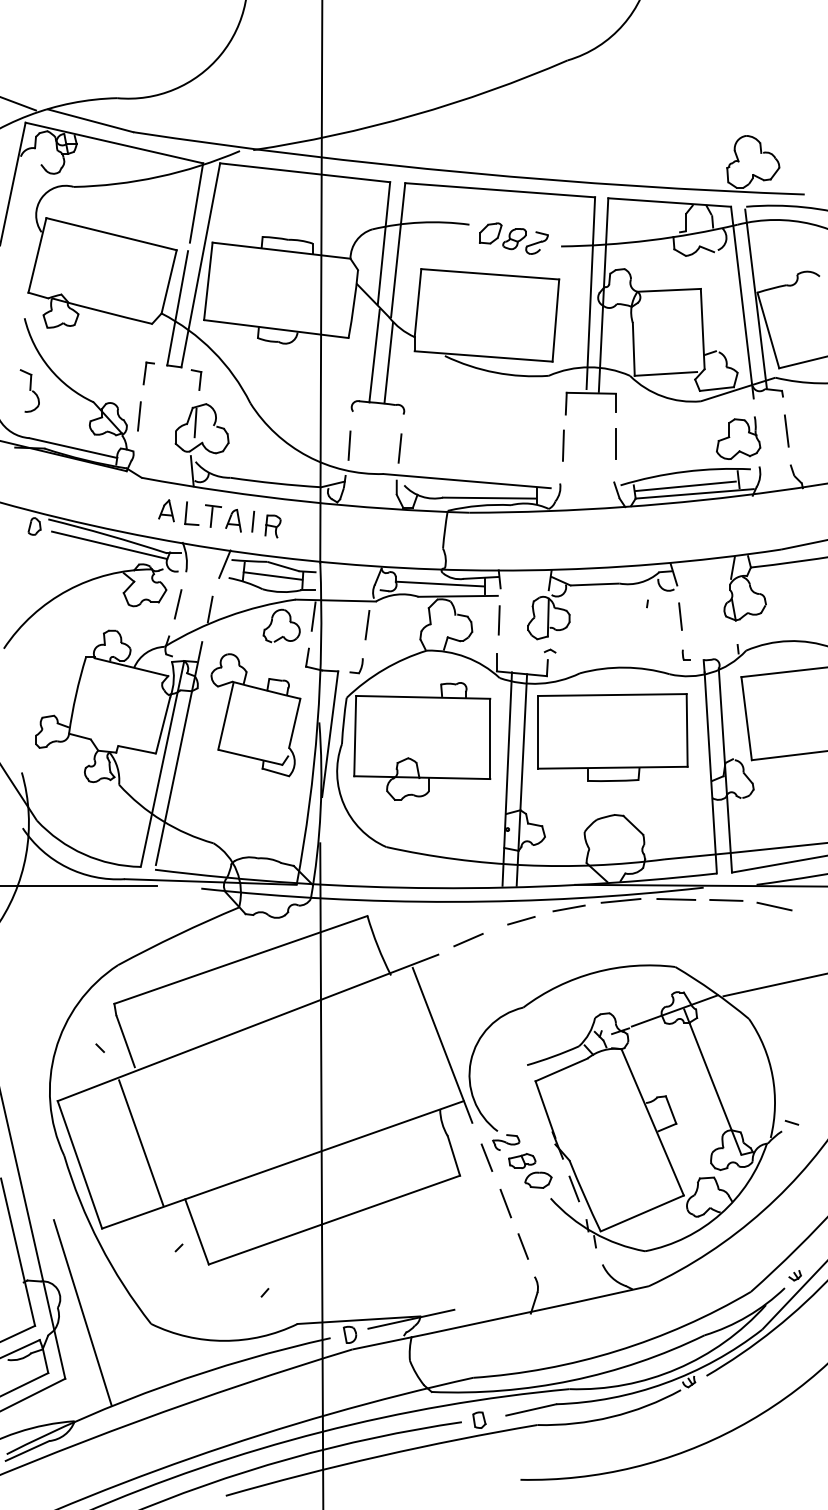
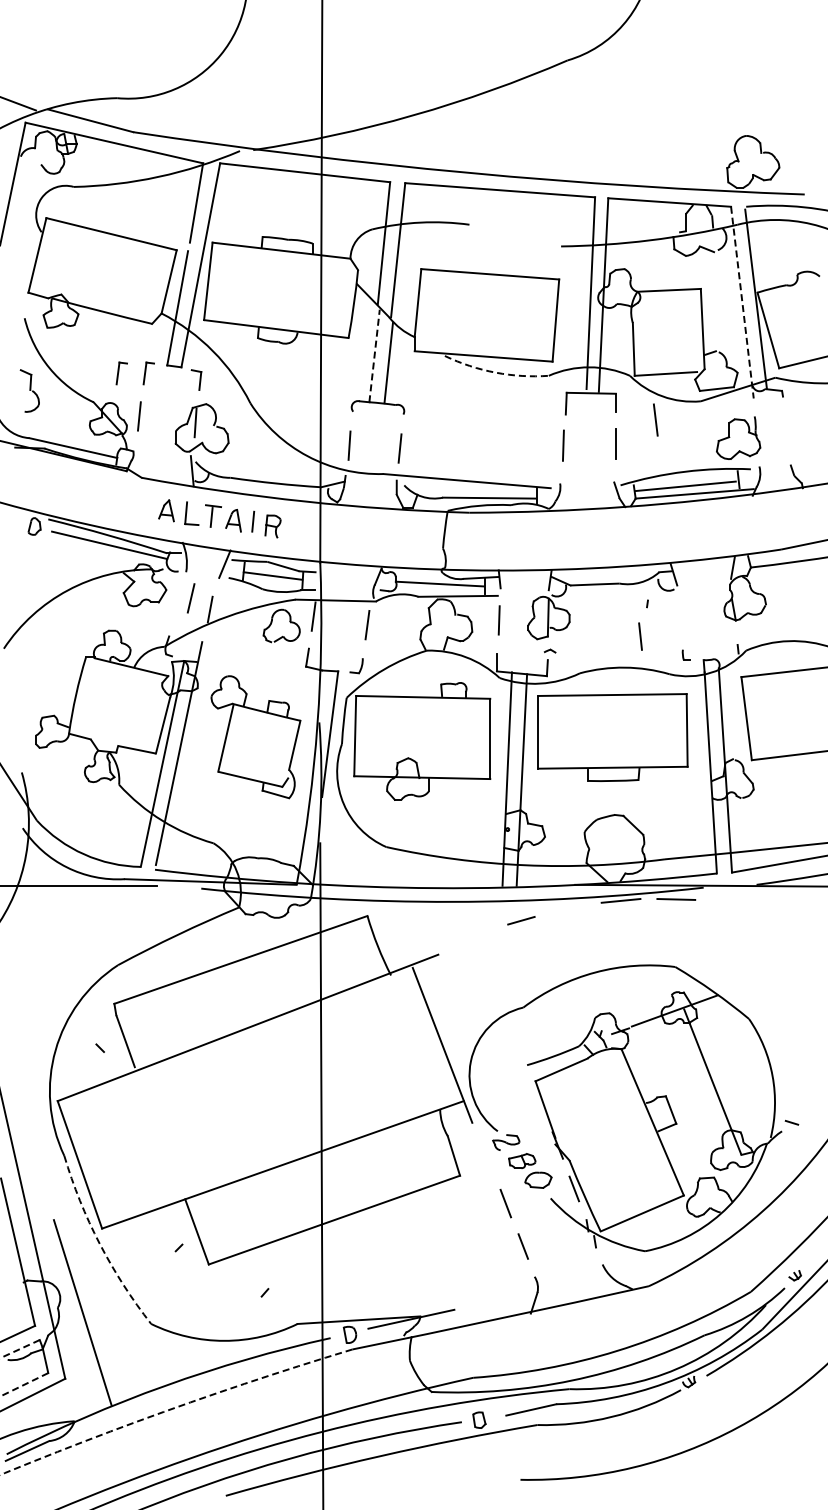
part at (513, 238): present -> none
line at (742, 302): solid -> dashed
line at (374, 356): solid -> dashed
arc at (495, 372): solid -> dashed
part at (121, 373): none -> present
line at (786, 430) position: (786, 430) -> (655, 419)
line at (177, 604) position: (177, 604) -> (190, 598)
line at (680, 616) position: (680, 616) -> (640, 636)
part at (255, 715) position: (255, 715) -> (255, 737)
line at (726, 899): present -> none
line at (774, 906): present -> none
line at (568, 908): present -> none
line at (468, 939): present -> none
line at (773, 985): present -> none
line at (141, 1142): present -> none
line at (486, 1157): present -> none
arc at (99, 1244): solid -> dashed
line at (19, 1349): solid -> dashed
line at (24, 1384): solid -> dashed
arc at (174, 1408): solid -> dashed
